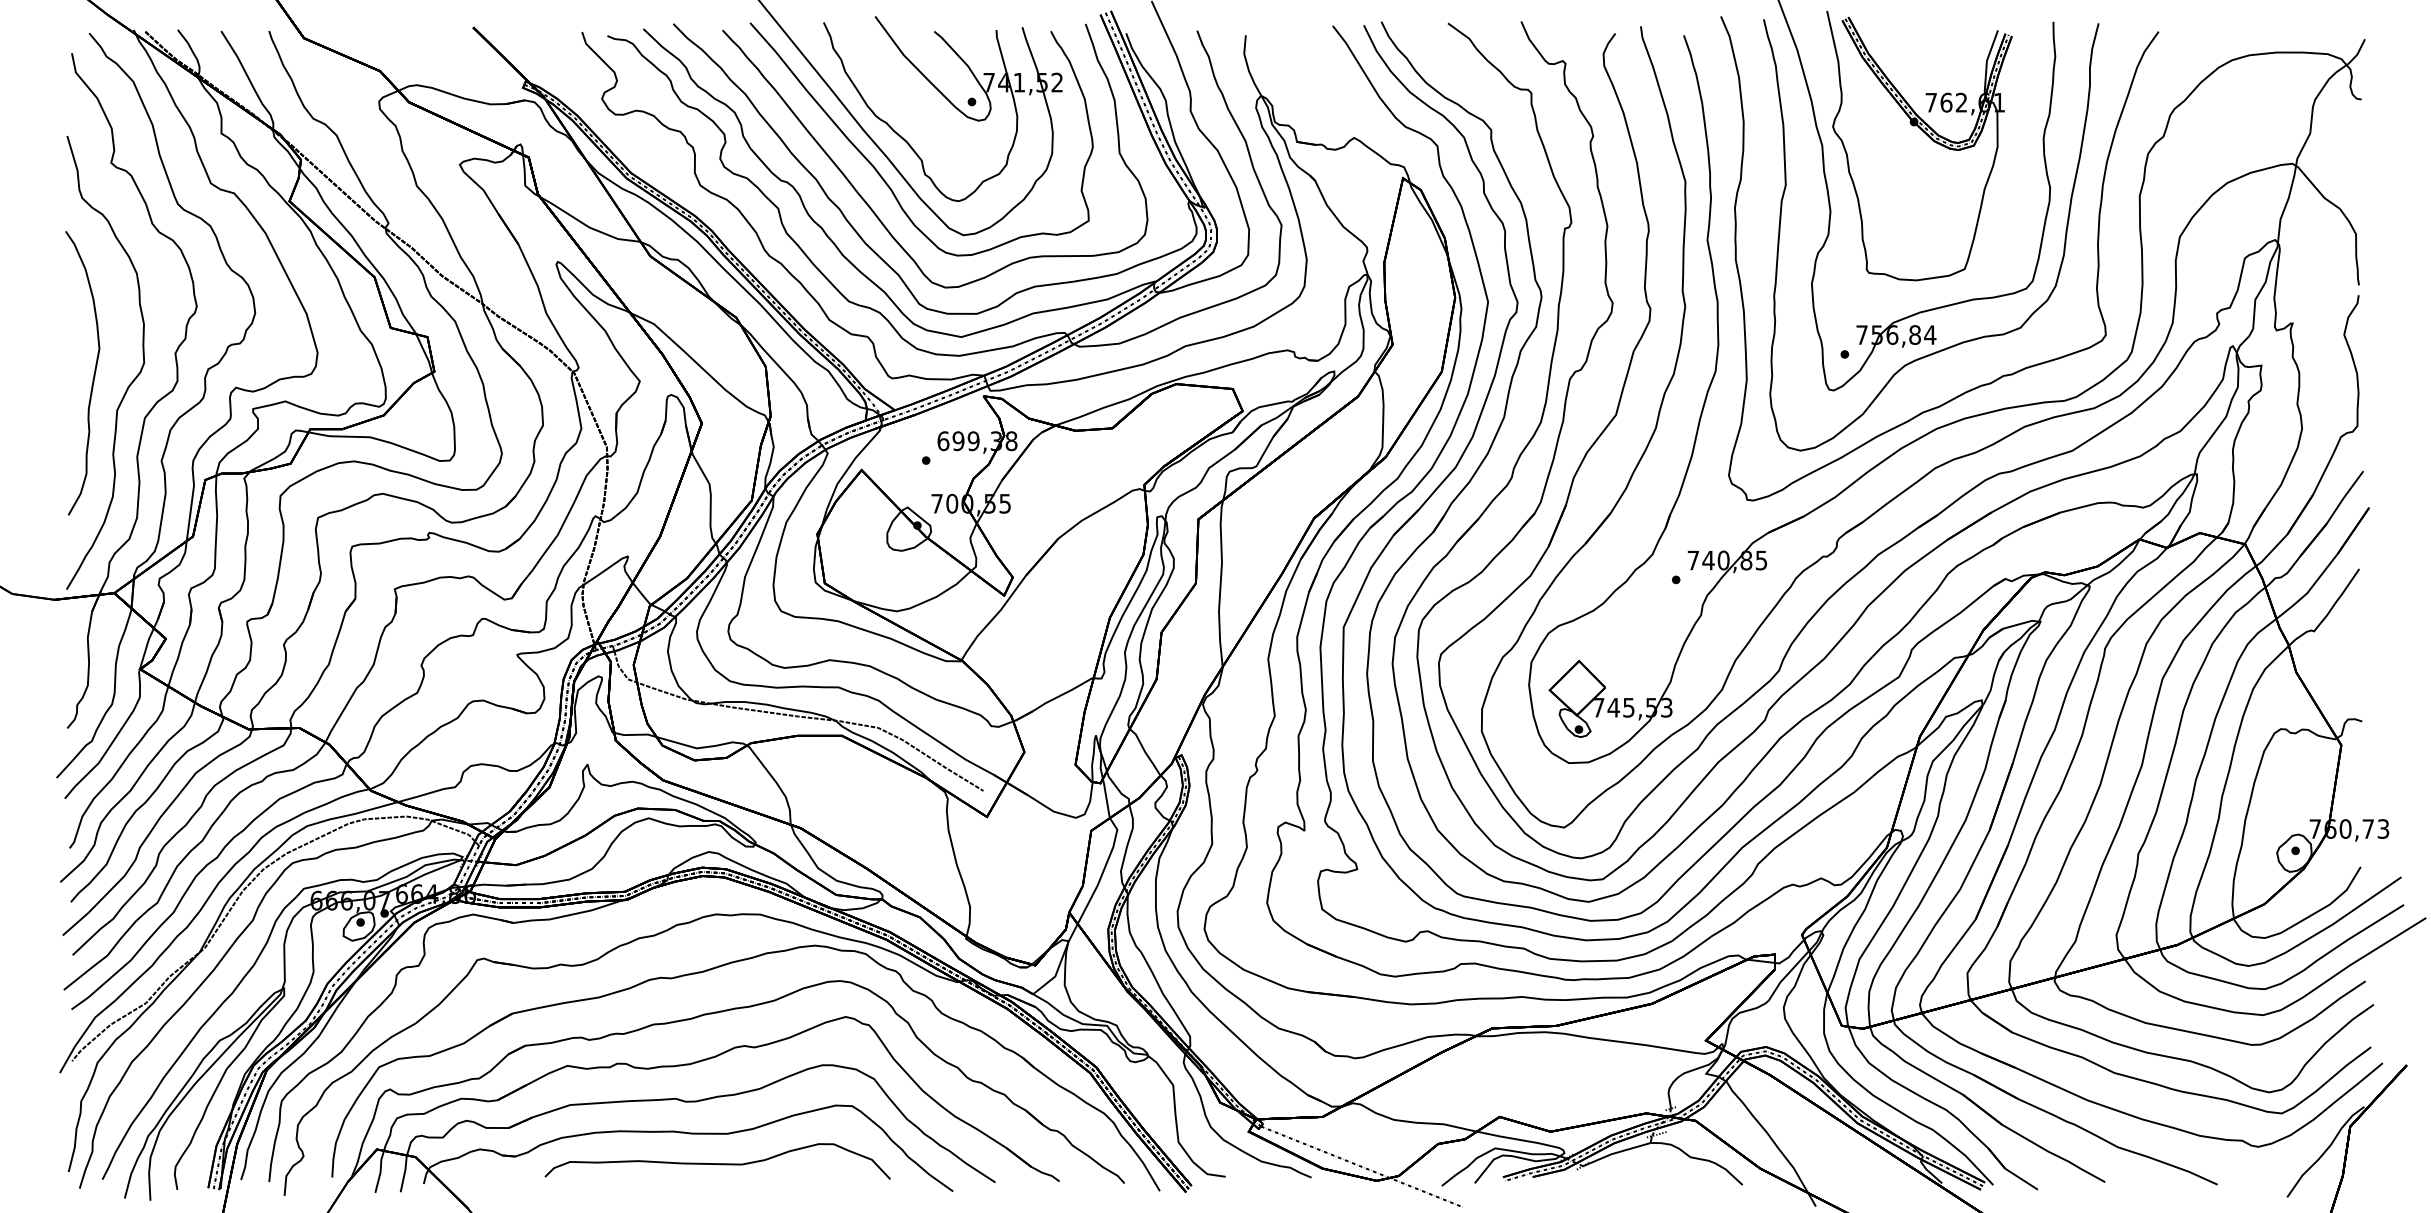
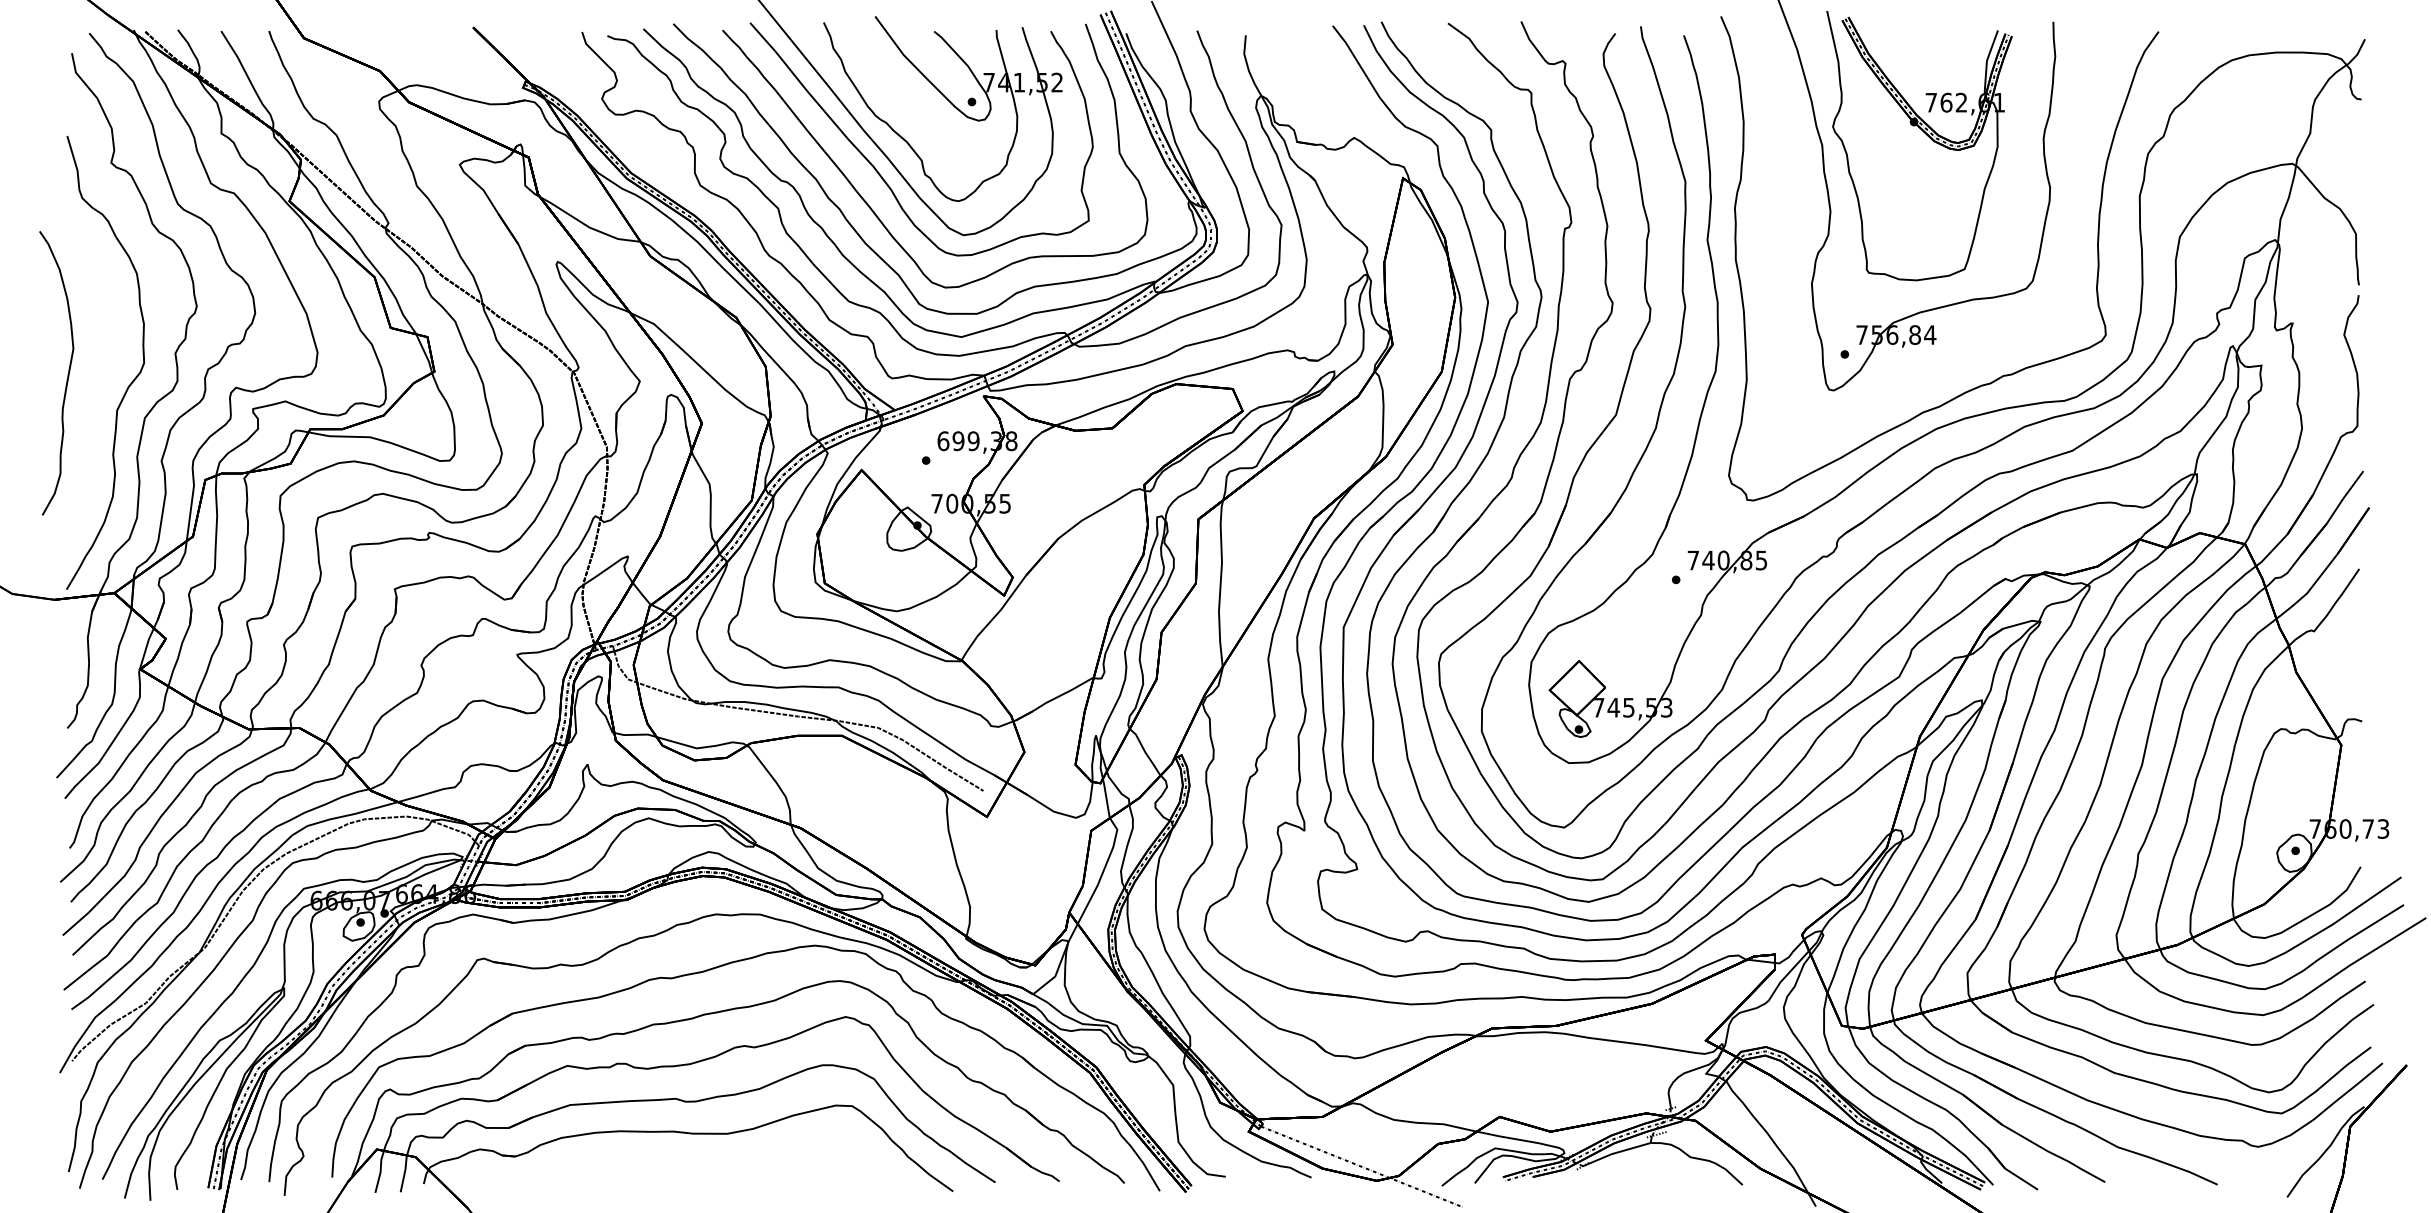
curve at (1965, 340): present -> none
curve at (93, 374) position: (93, 374) -> (67, 374)
curve at (717, 1163): present -> none
